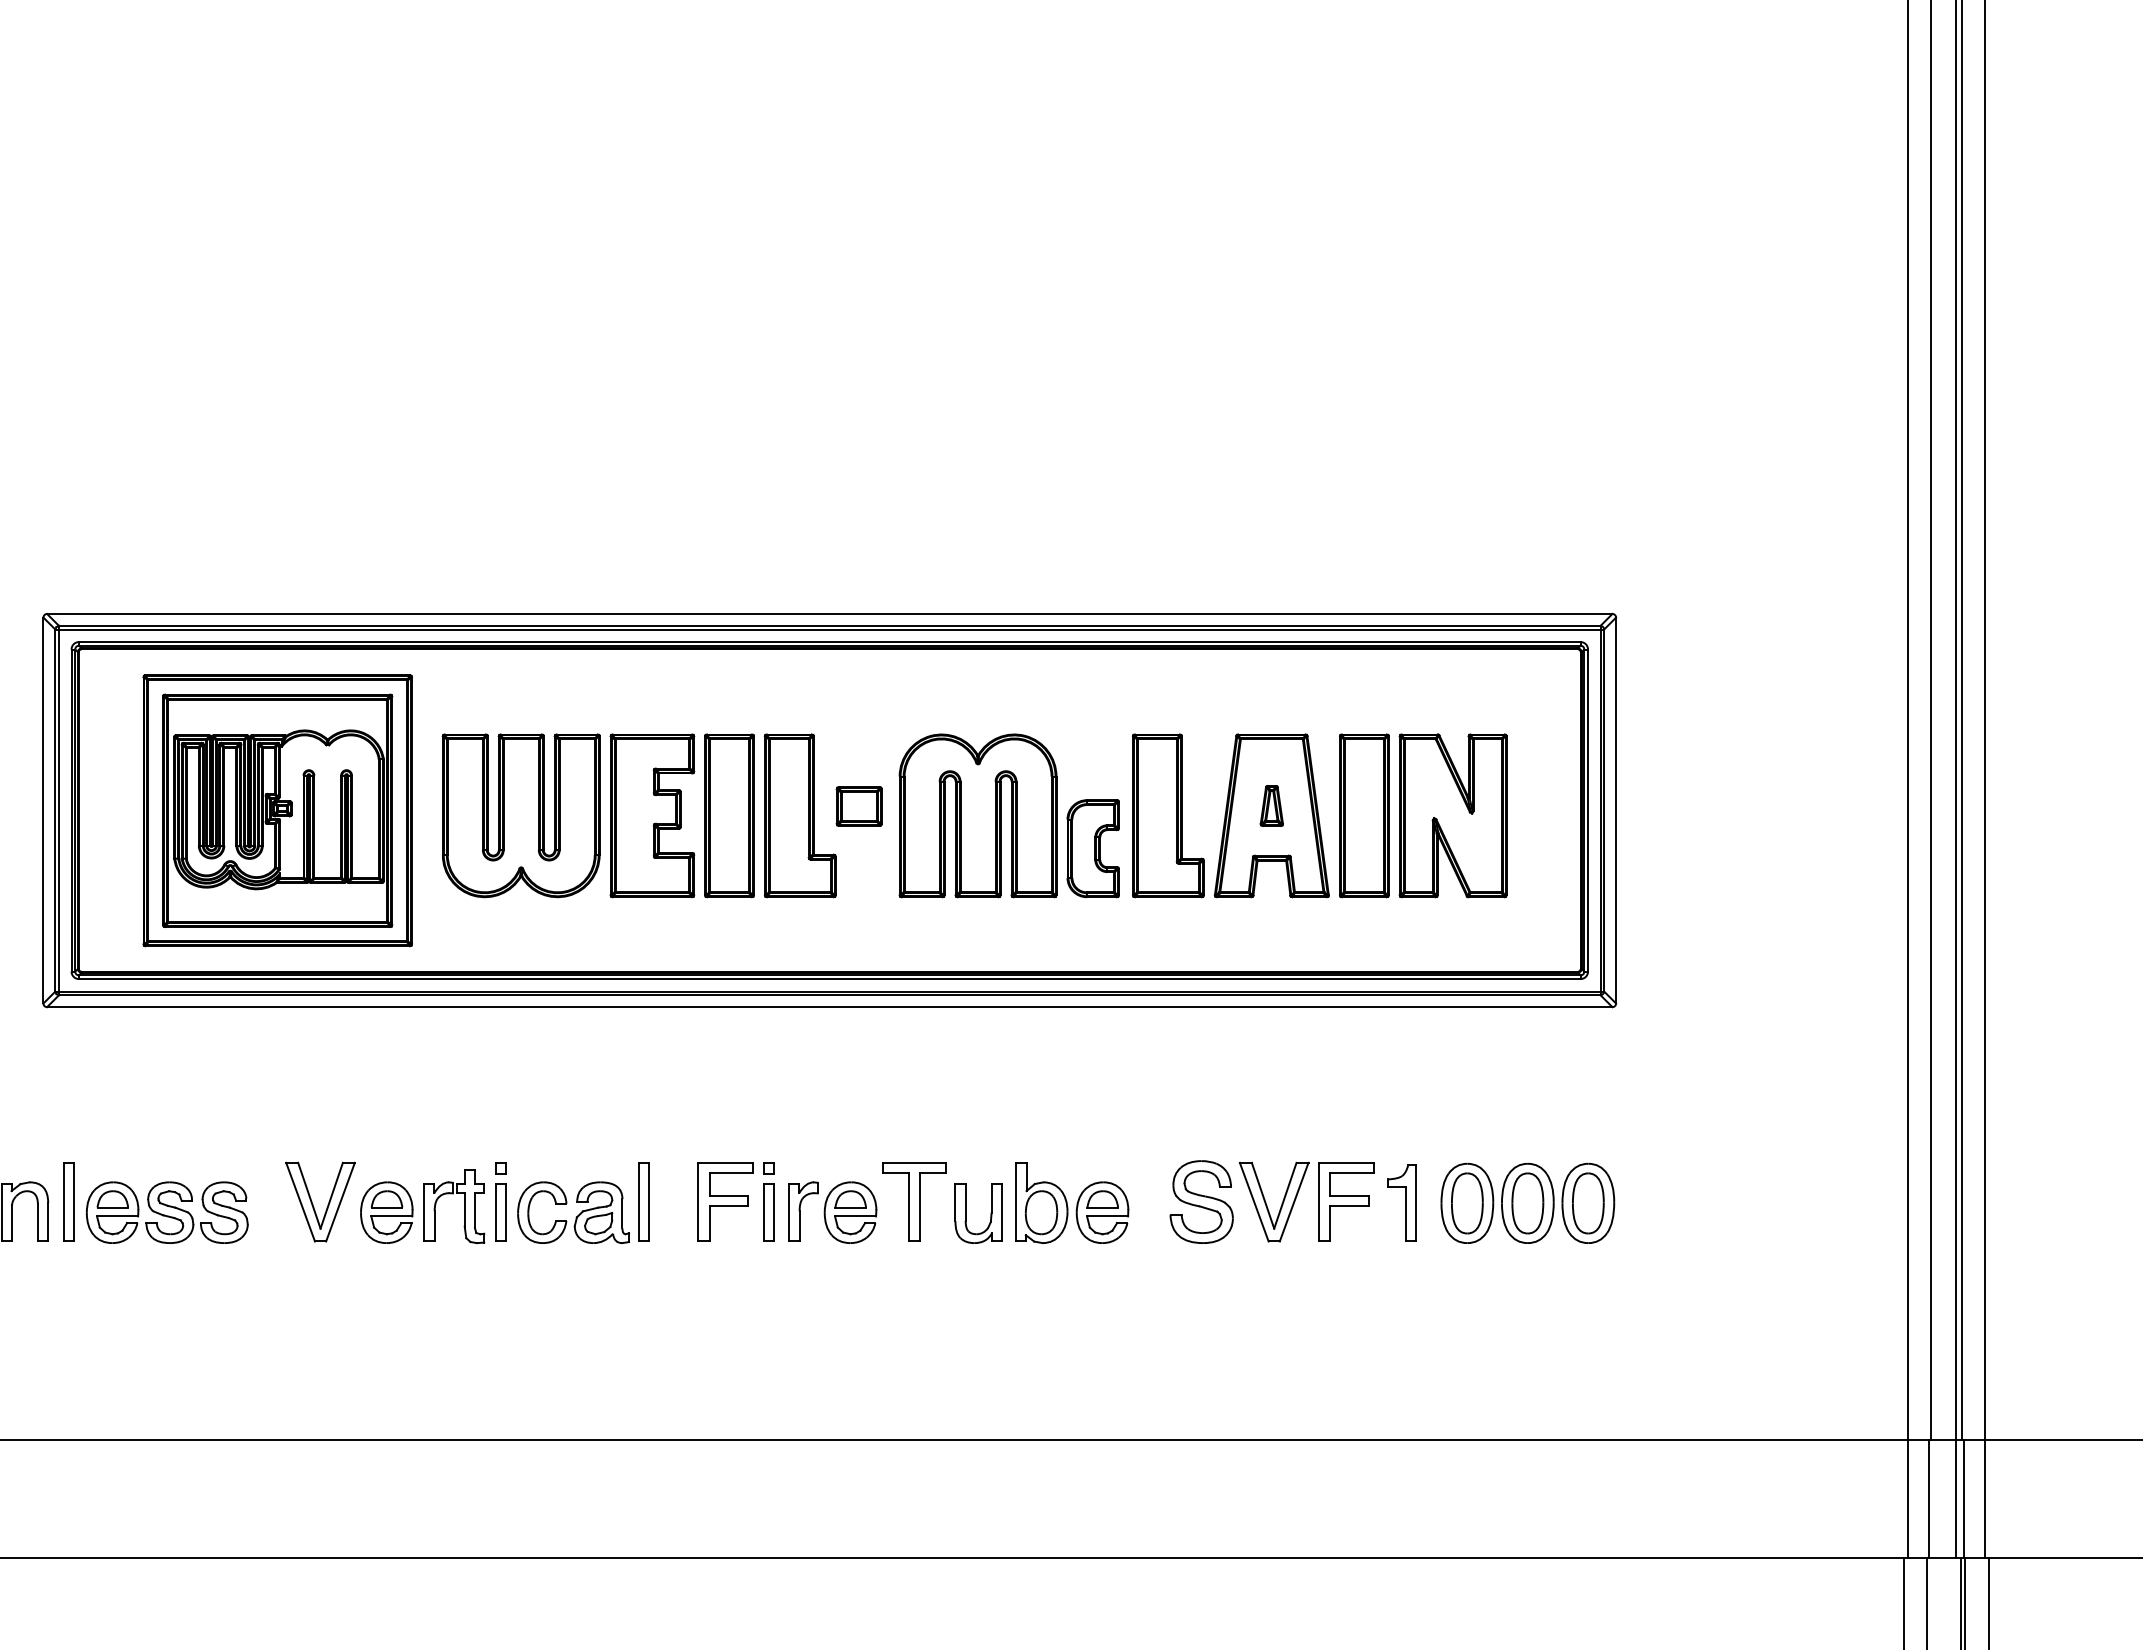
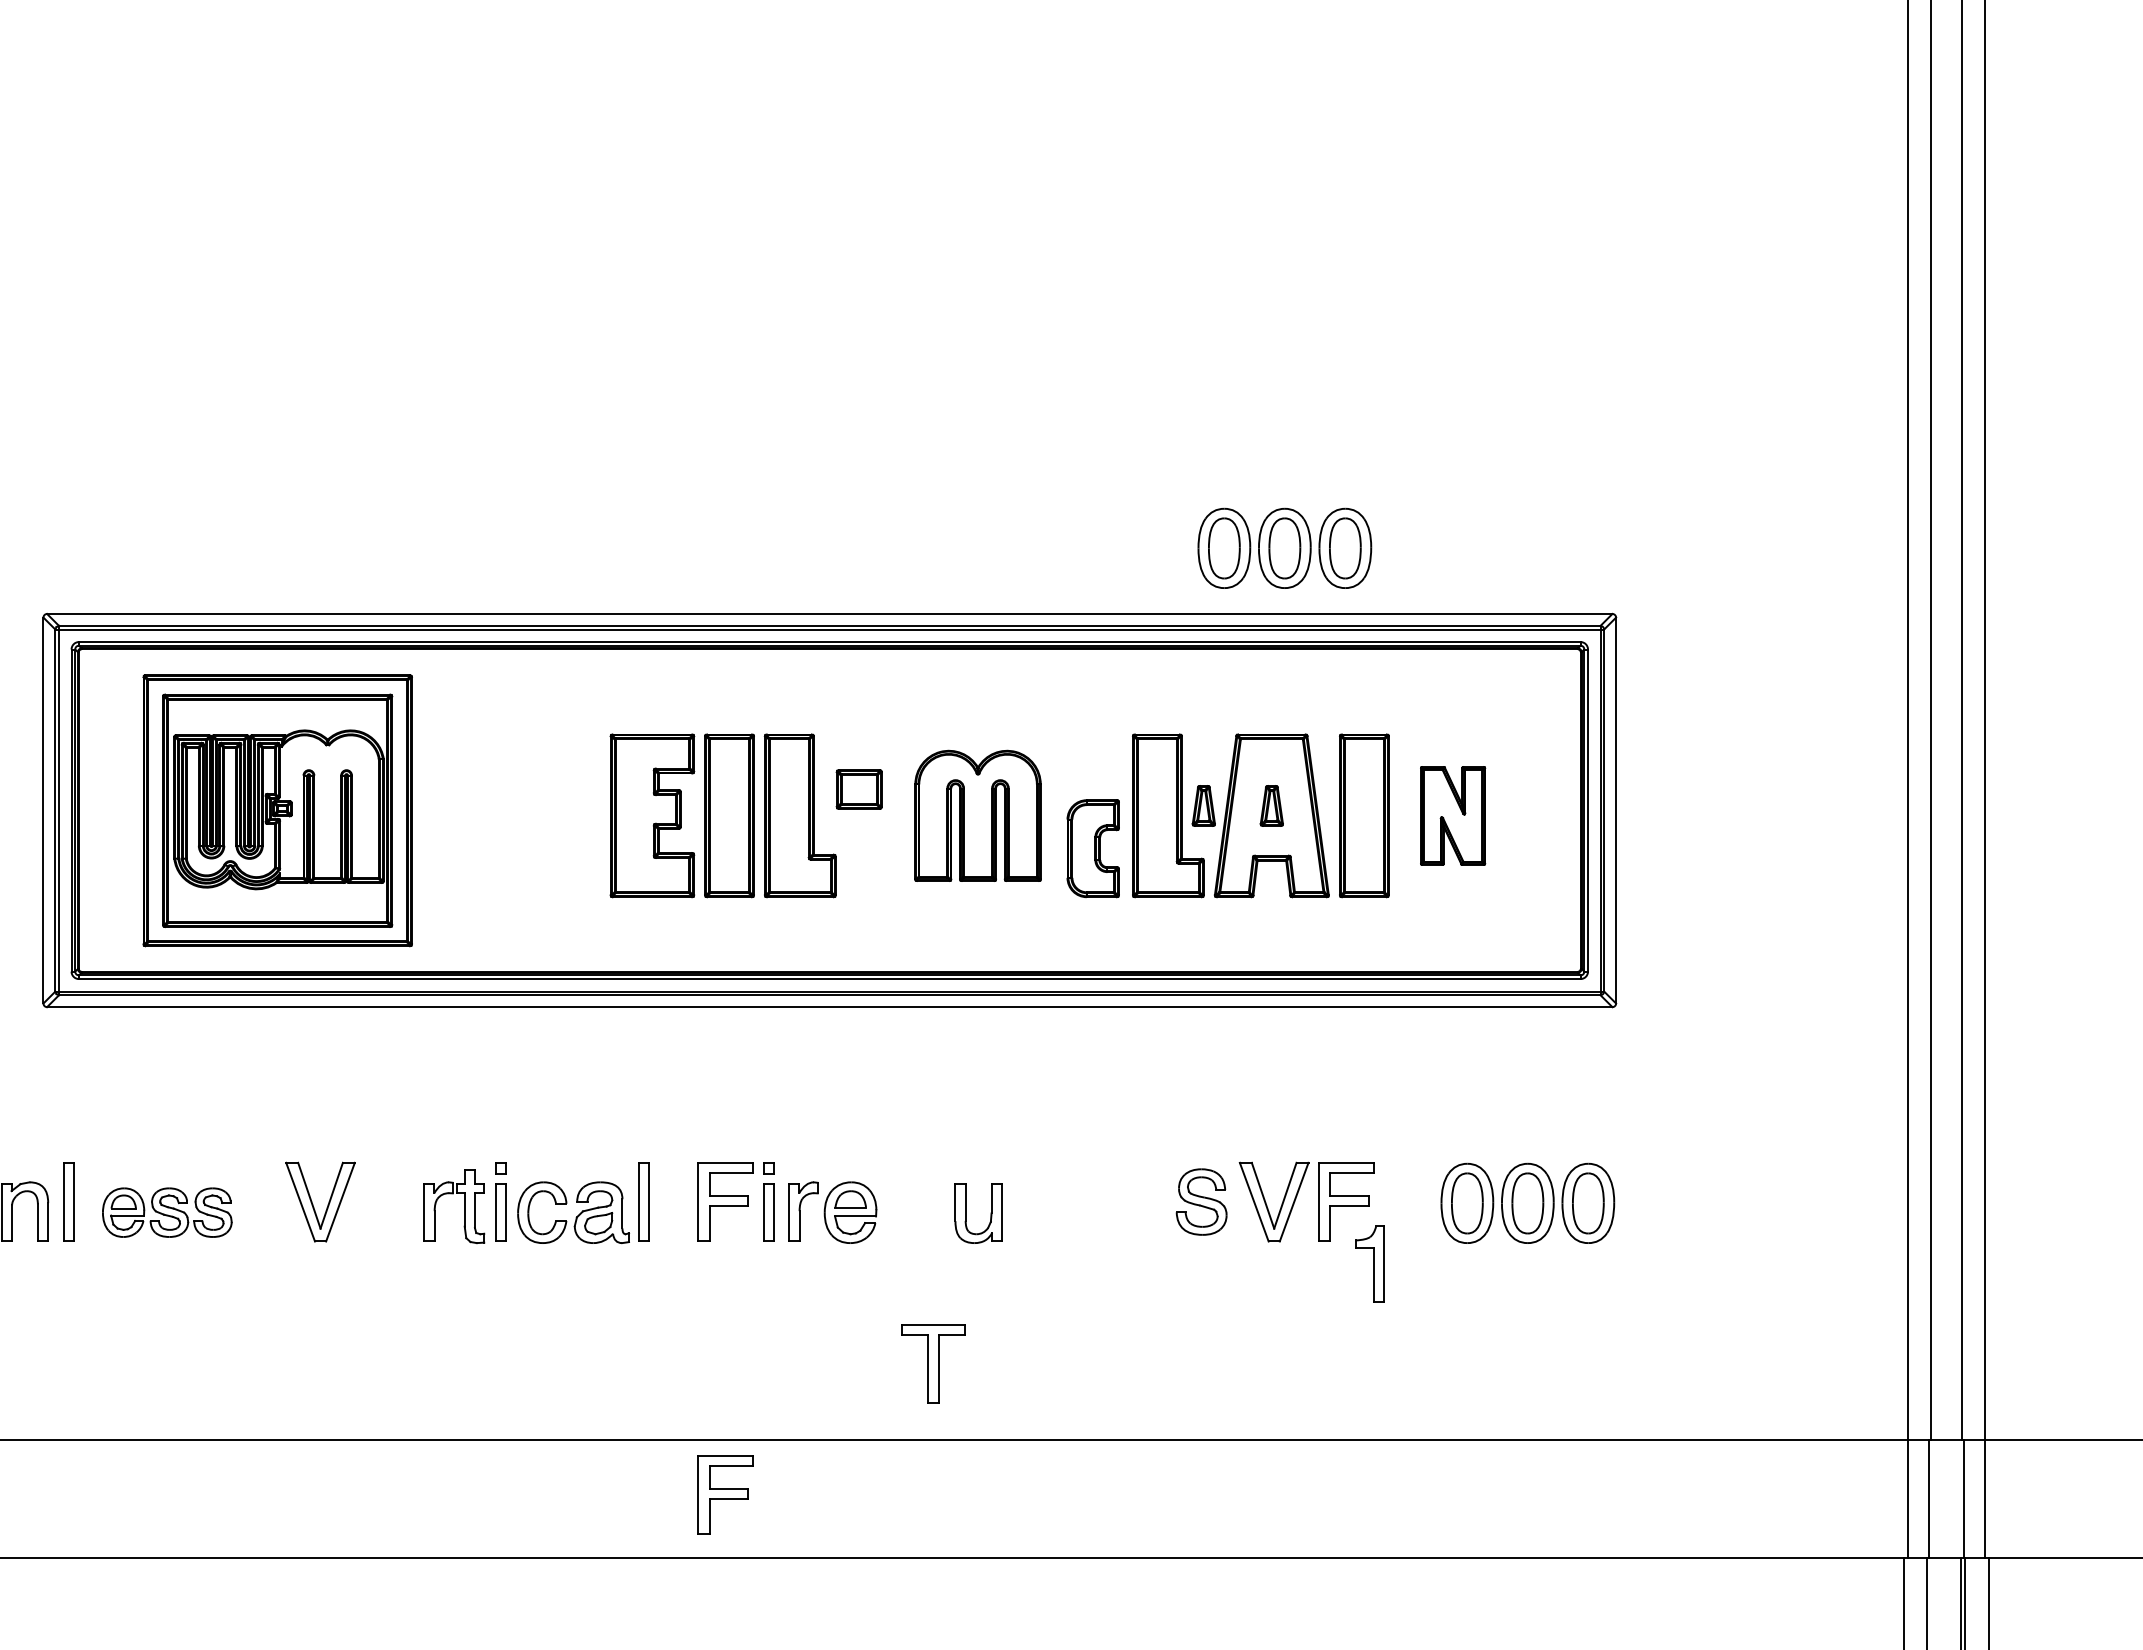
part at (1284, 547): none -> present
line at (1955, 779): present -> none
part at (1203, 805): none -> present
part at (858, 806) position: (858, 806) -> (858, 789)
part at (520, 815): present -> none
part at (977, 815) size: 160x166 px -> 128x133 px
part at (1452, 815) size: 110x166 px -> 67x100 px
part at (914, 1201) position: (914, 1201) -> (933, 1363)
part at (1201, 1201) size: 65x84 px -> 53x68 px
part at (1072, 1202): present -> none
part at (1401, 1202) position: (1401, 1202) -> (1369, 1263)
part at (167, 1212) size: 163x63 px -> 131x51 px
part at (386, 1212): present -> none
part at (725, 1494): none -> present
